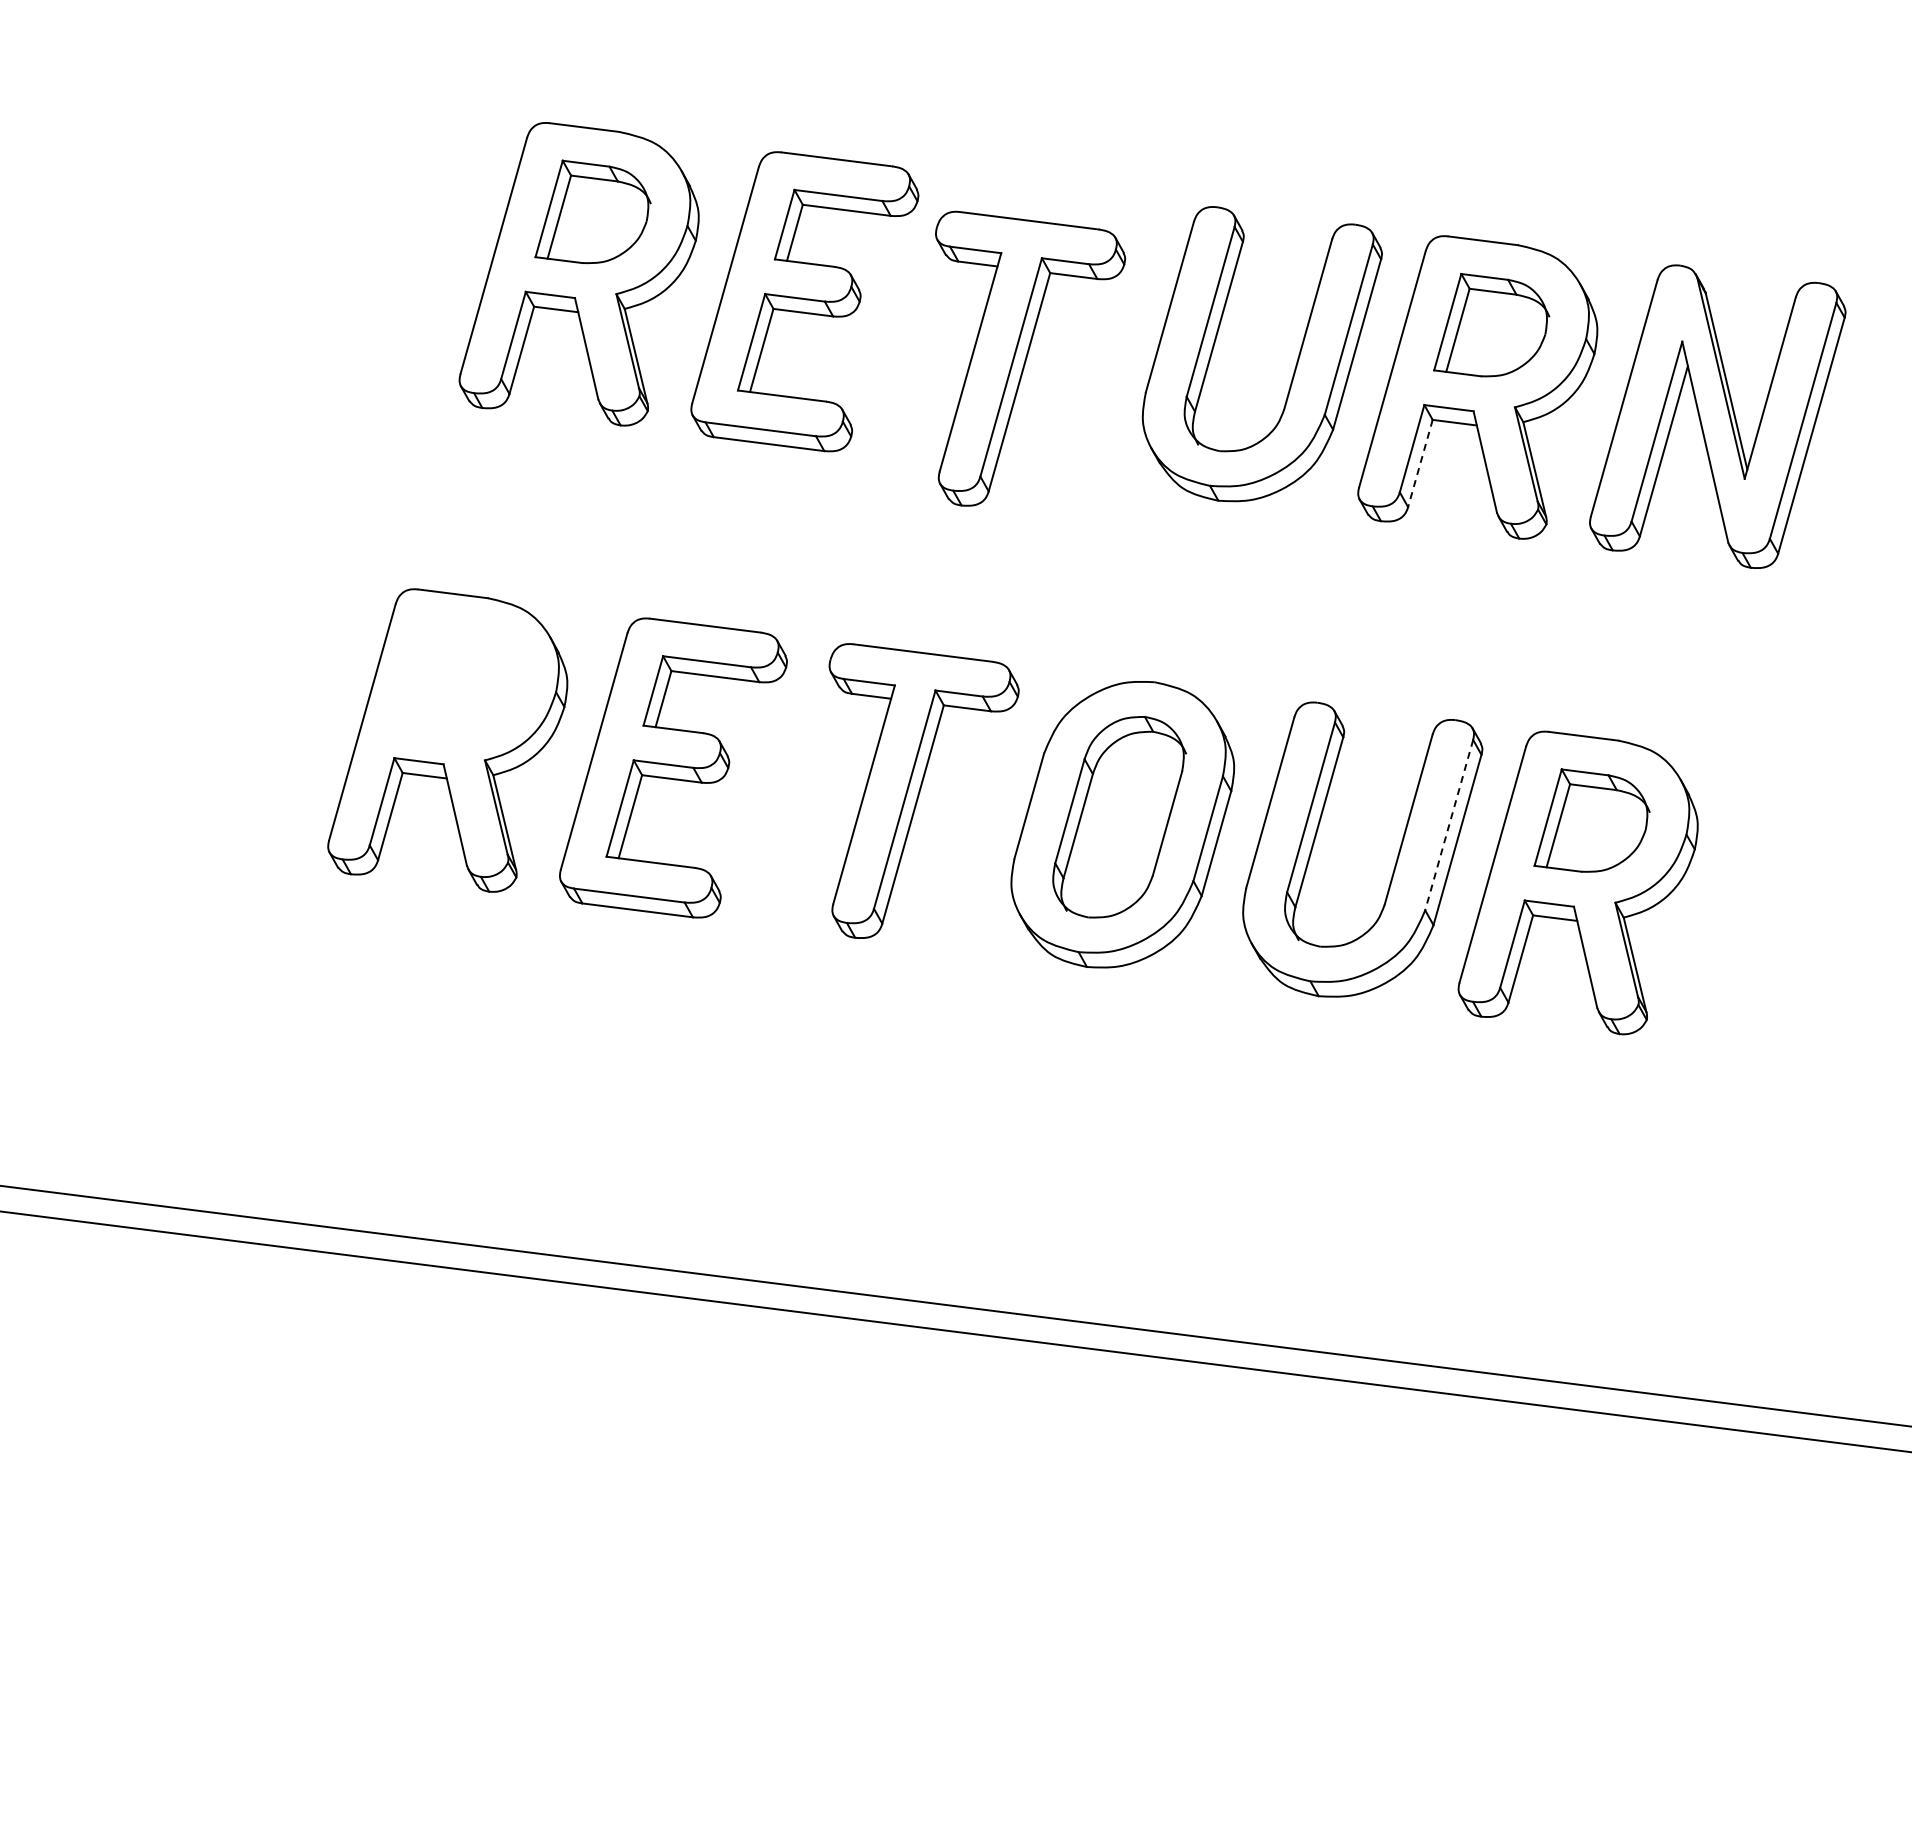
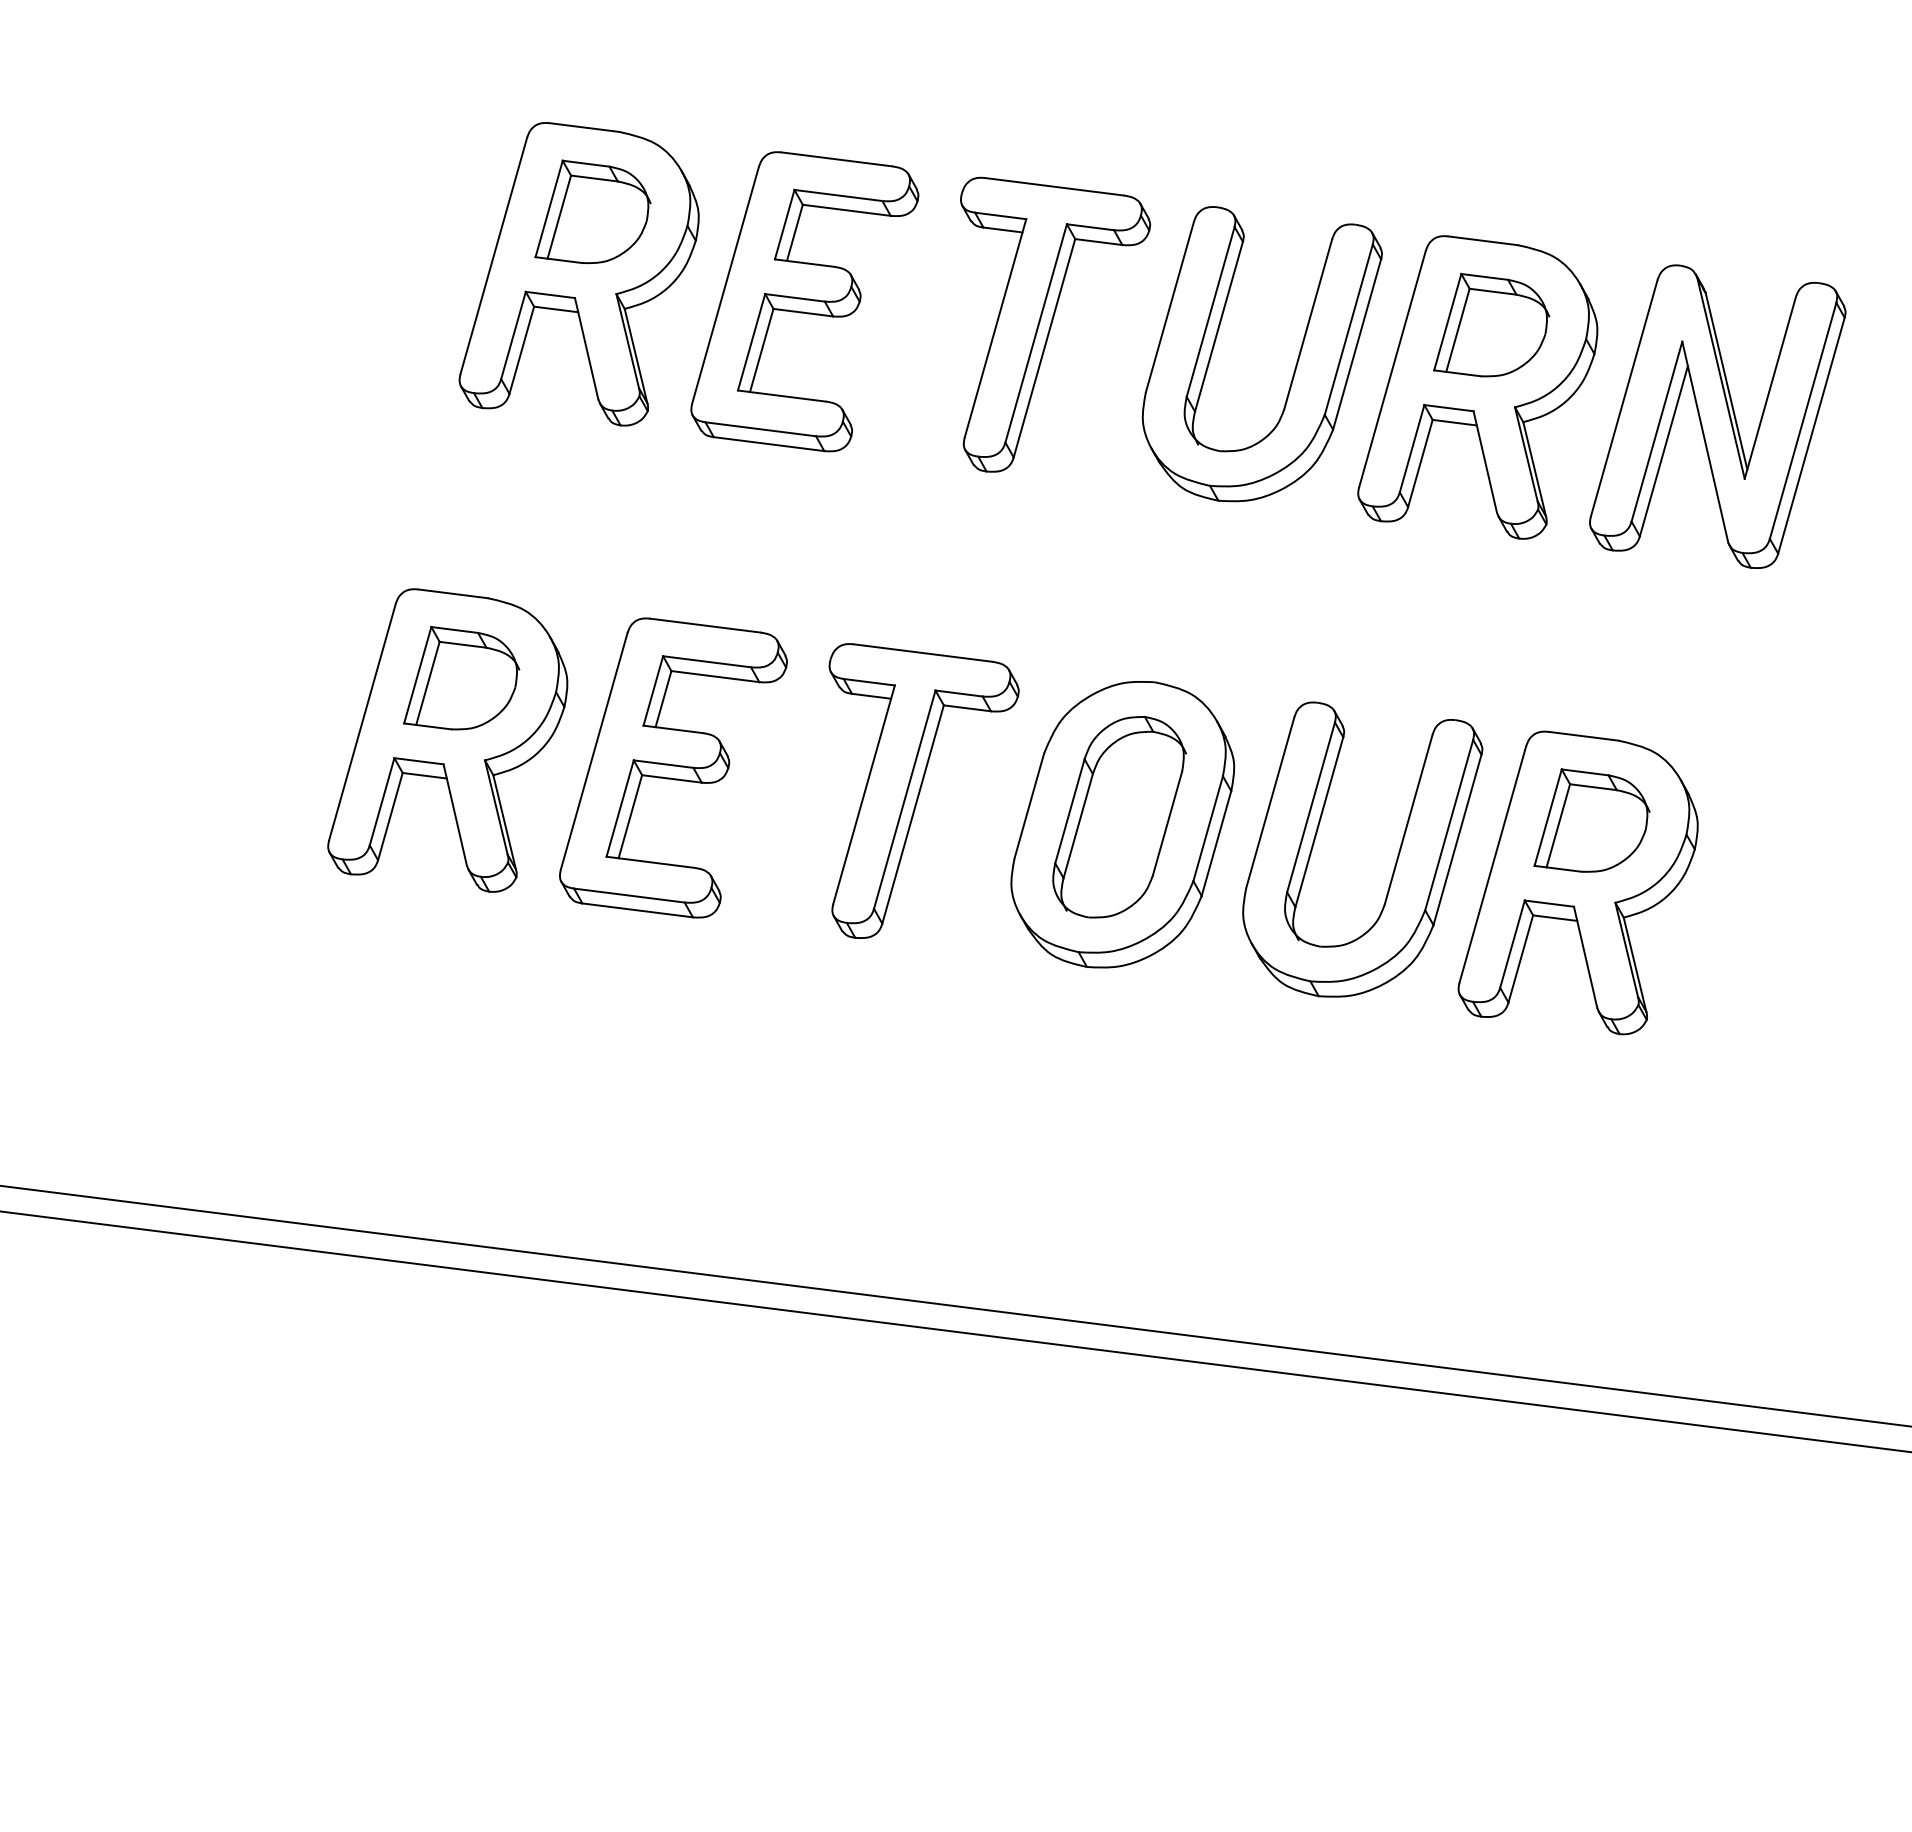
part at (1030, 358) position: (1030, 358) -> (1055, 324)
line at (1420, 464): dashed -> solid
part at (461, 678): none -> present
line at (1449, 825): dashed -> solid
